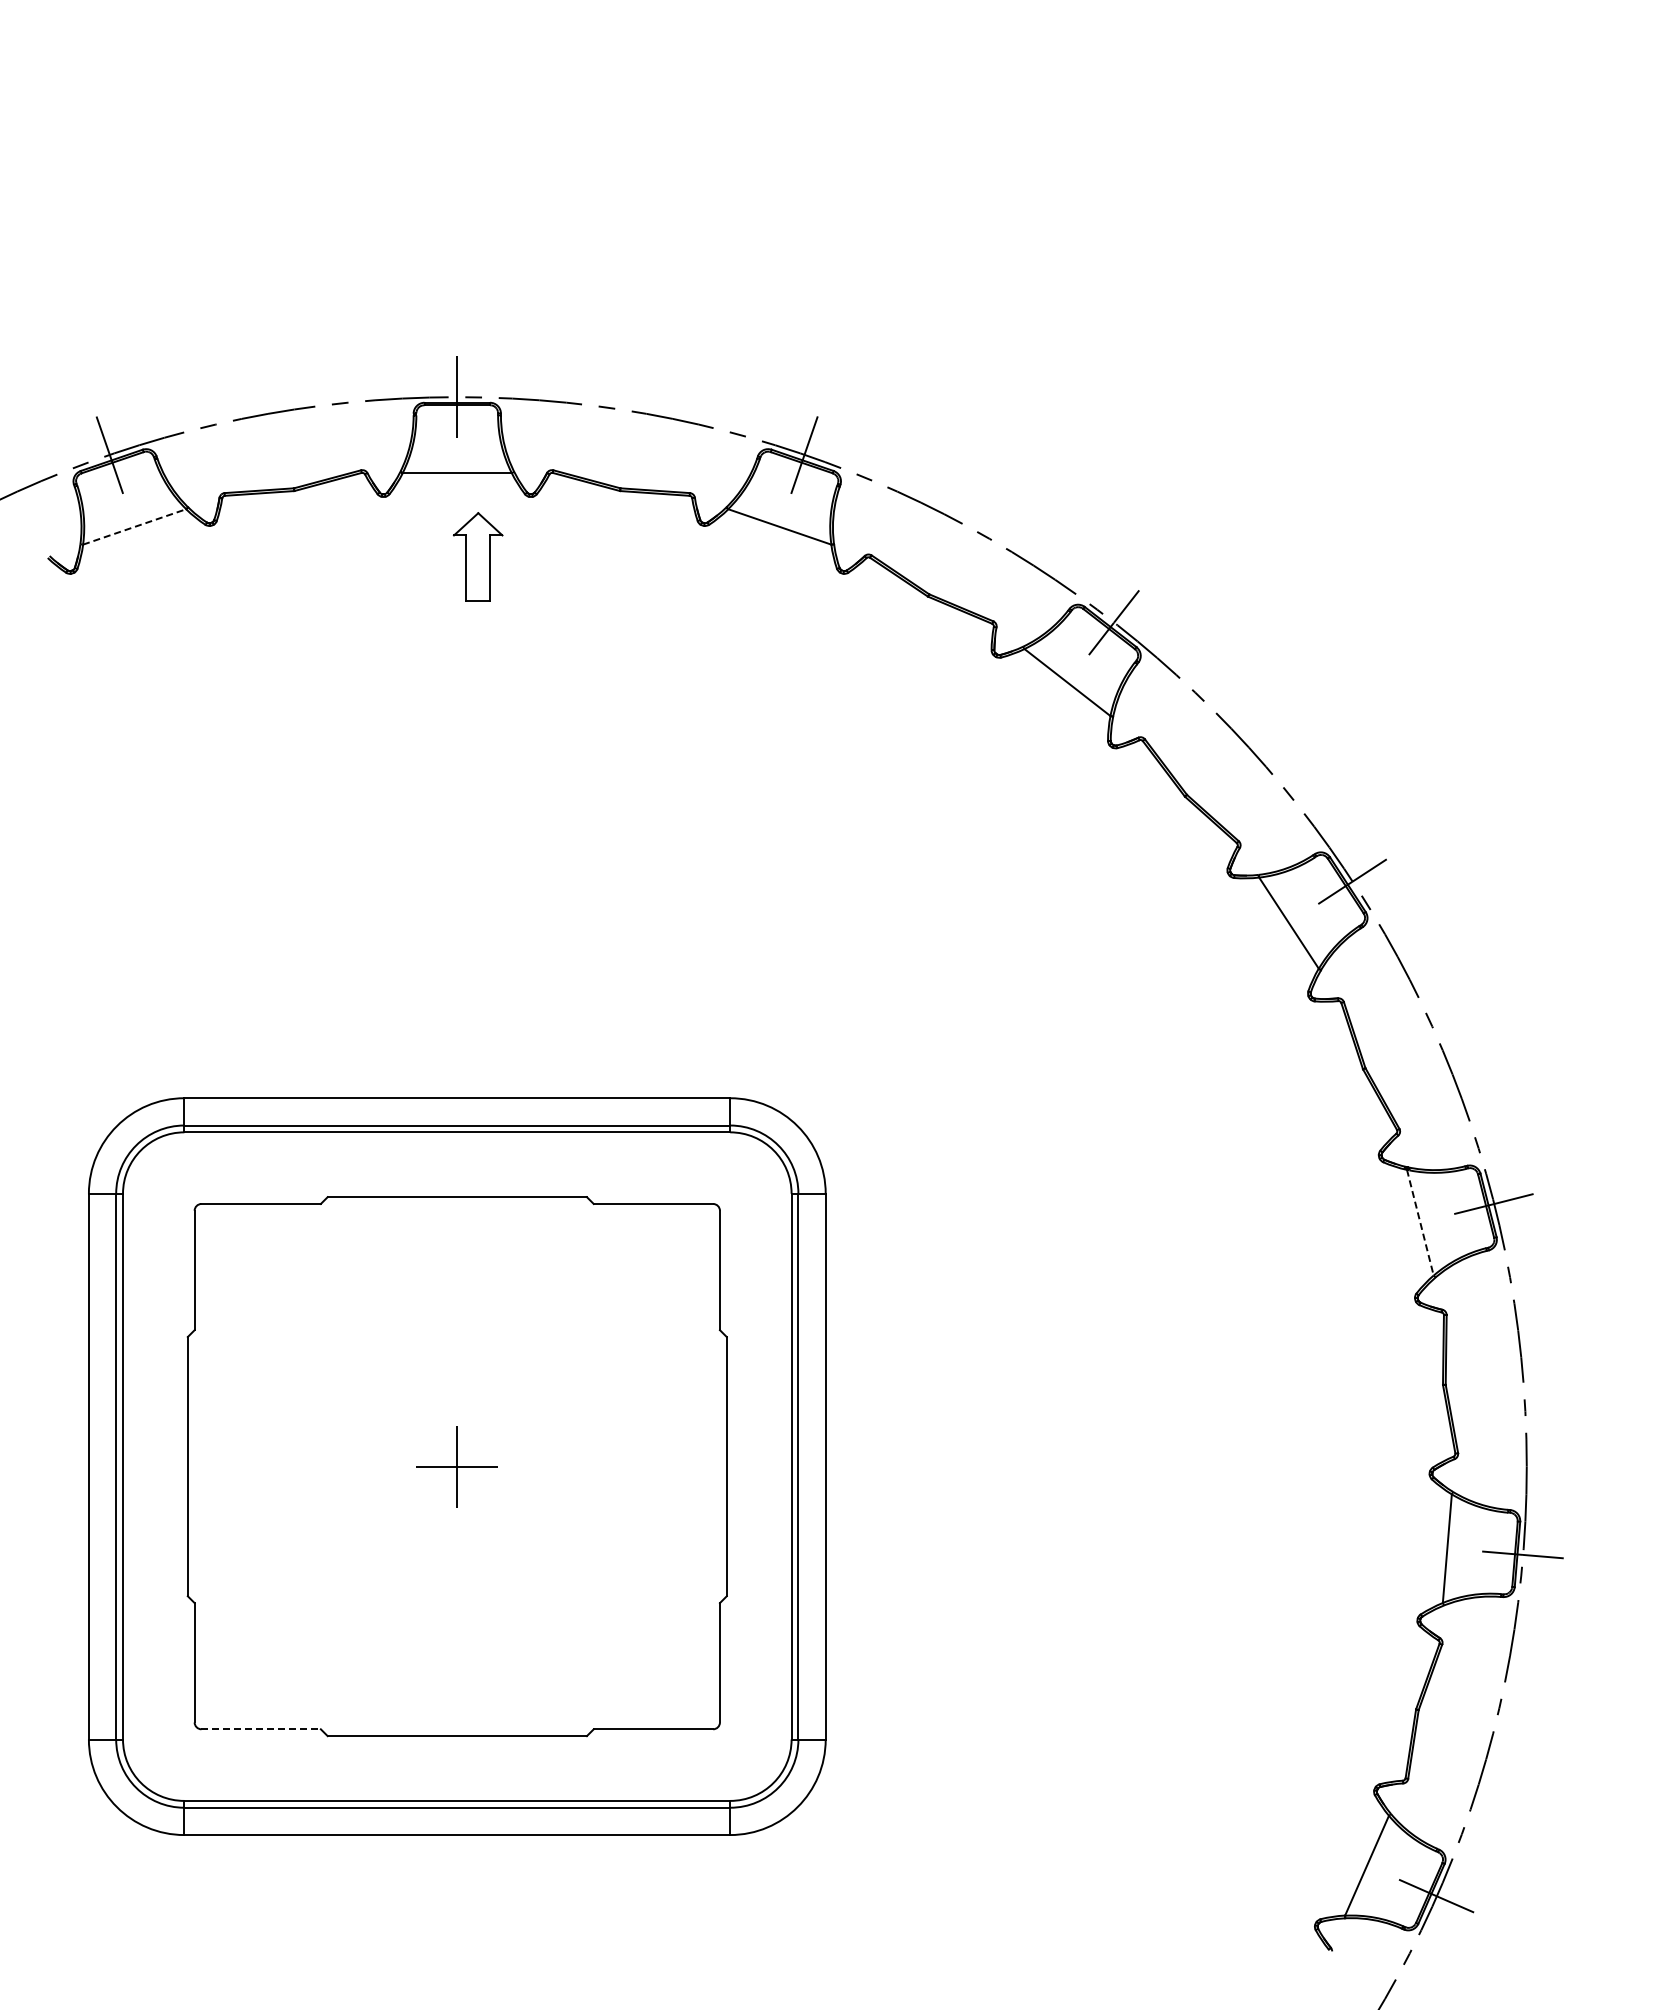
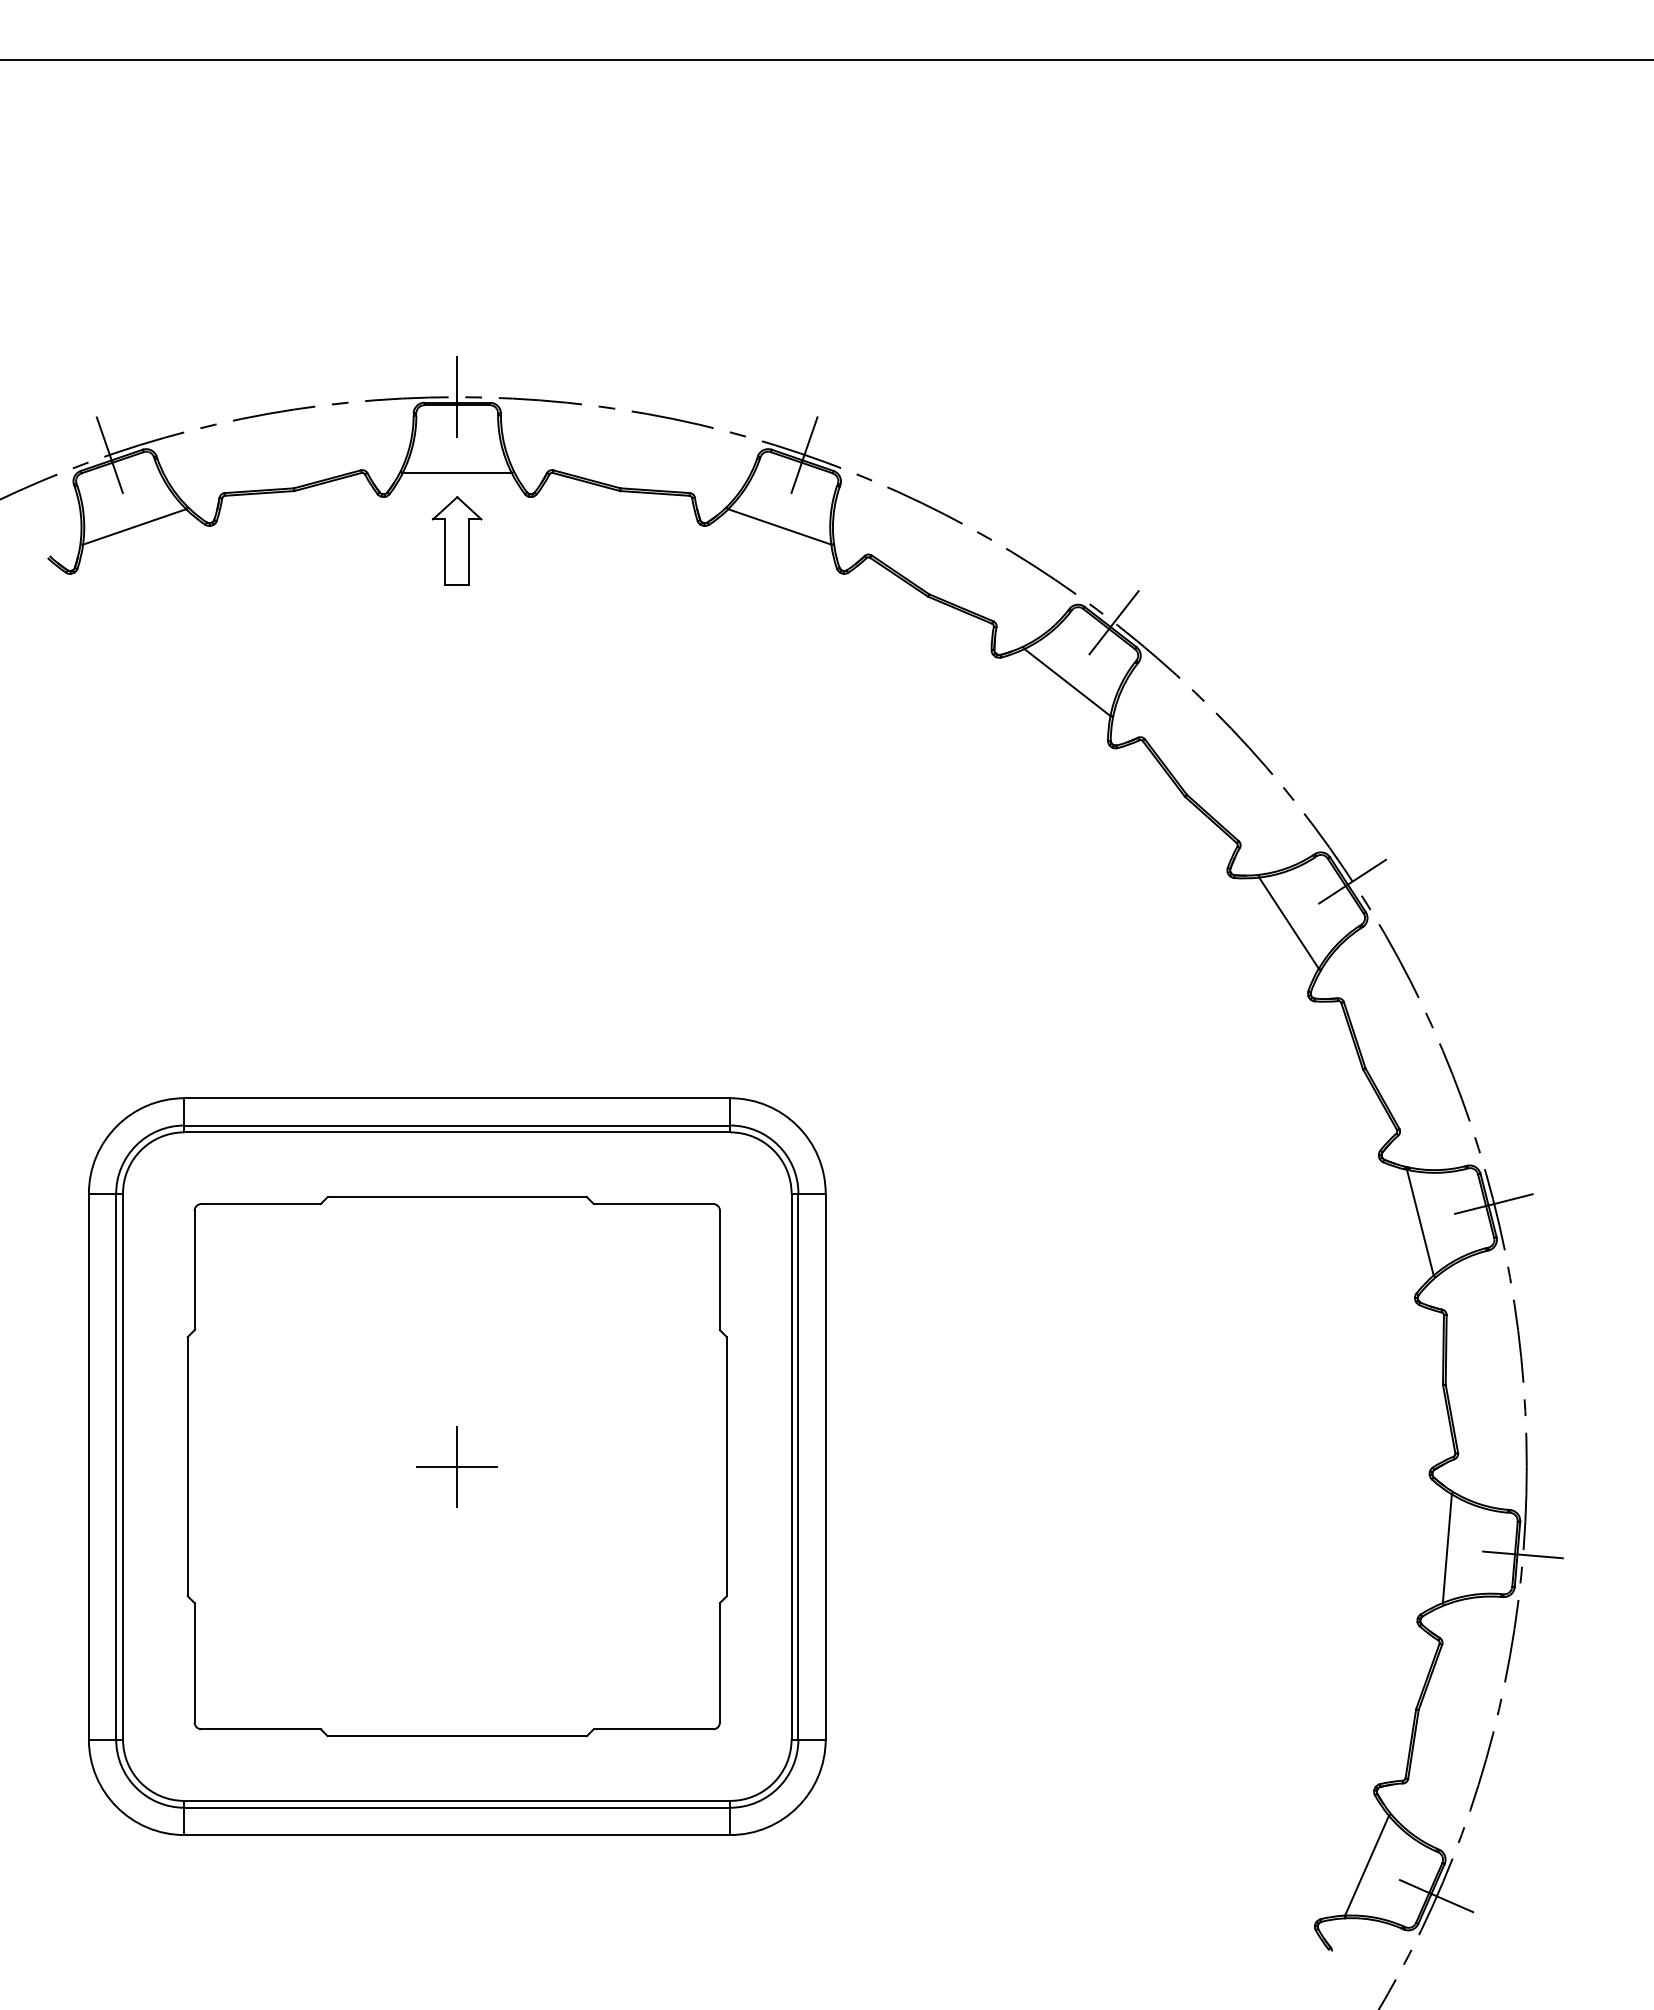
line at (826, 60): none -> present
line at (134, 526): dashed -> solid
part at (478, 556) position: (478, 556) -> (457, 540)
line at (1420, 1222): dashed -> solid
line at (261, 1729): dashed -> solid
